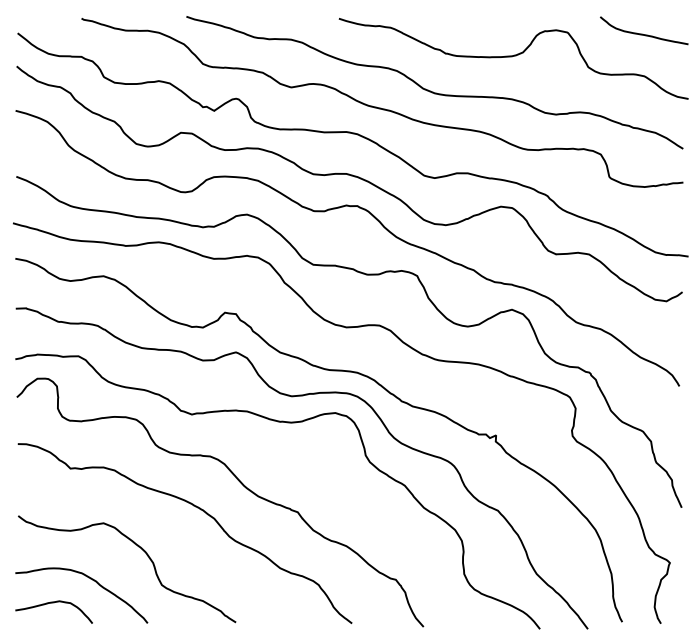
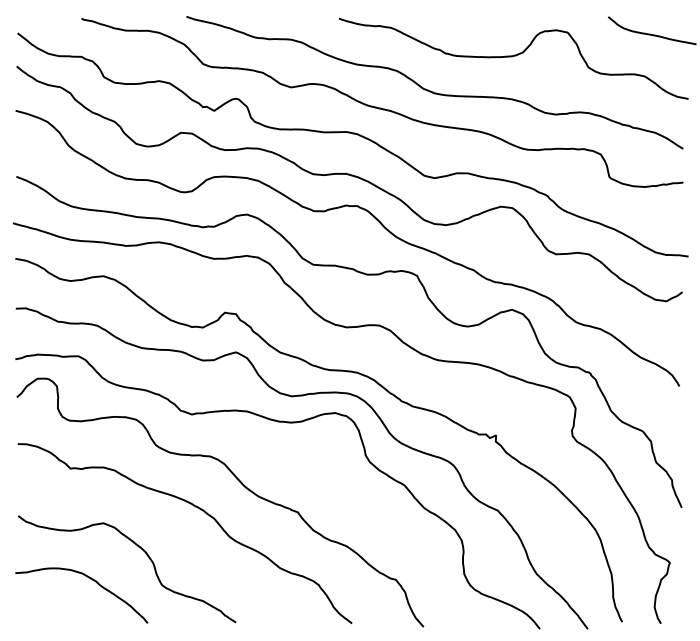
curve at (642, 33) position: (642, 33) -> (650, 33)
curve at (53, 603): present -> none
